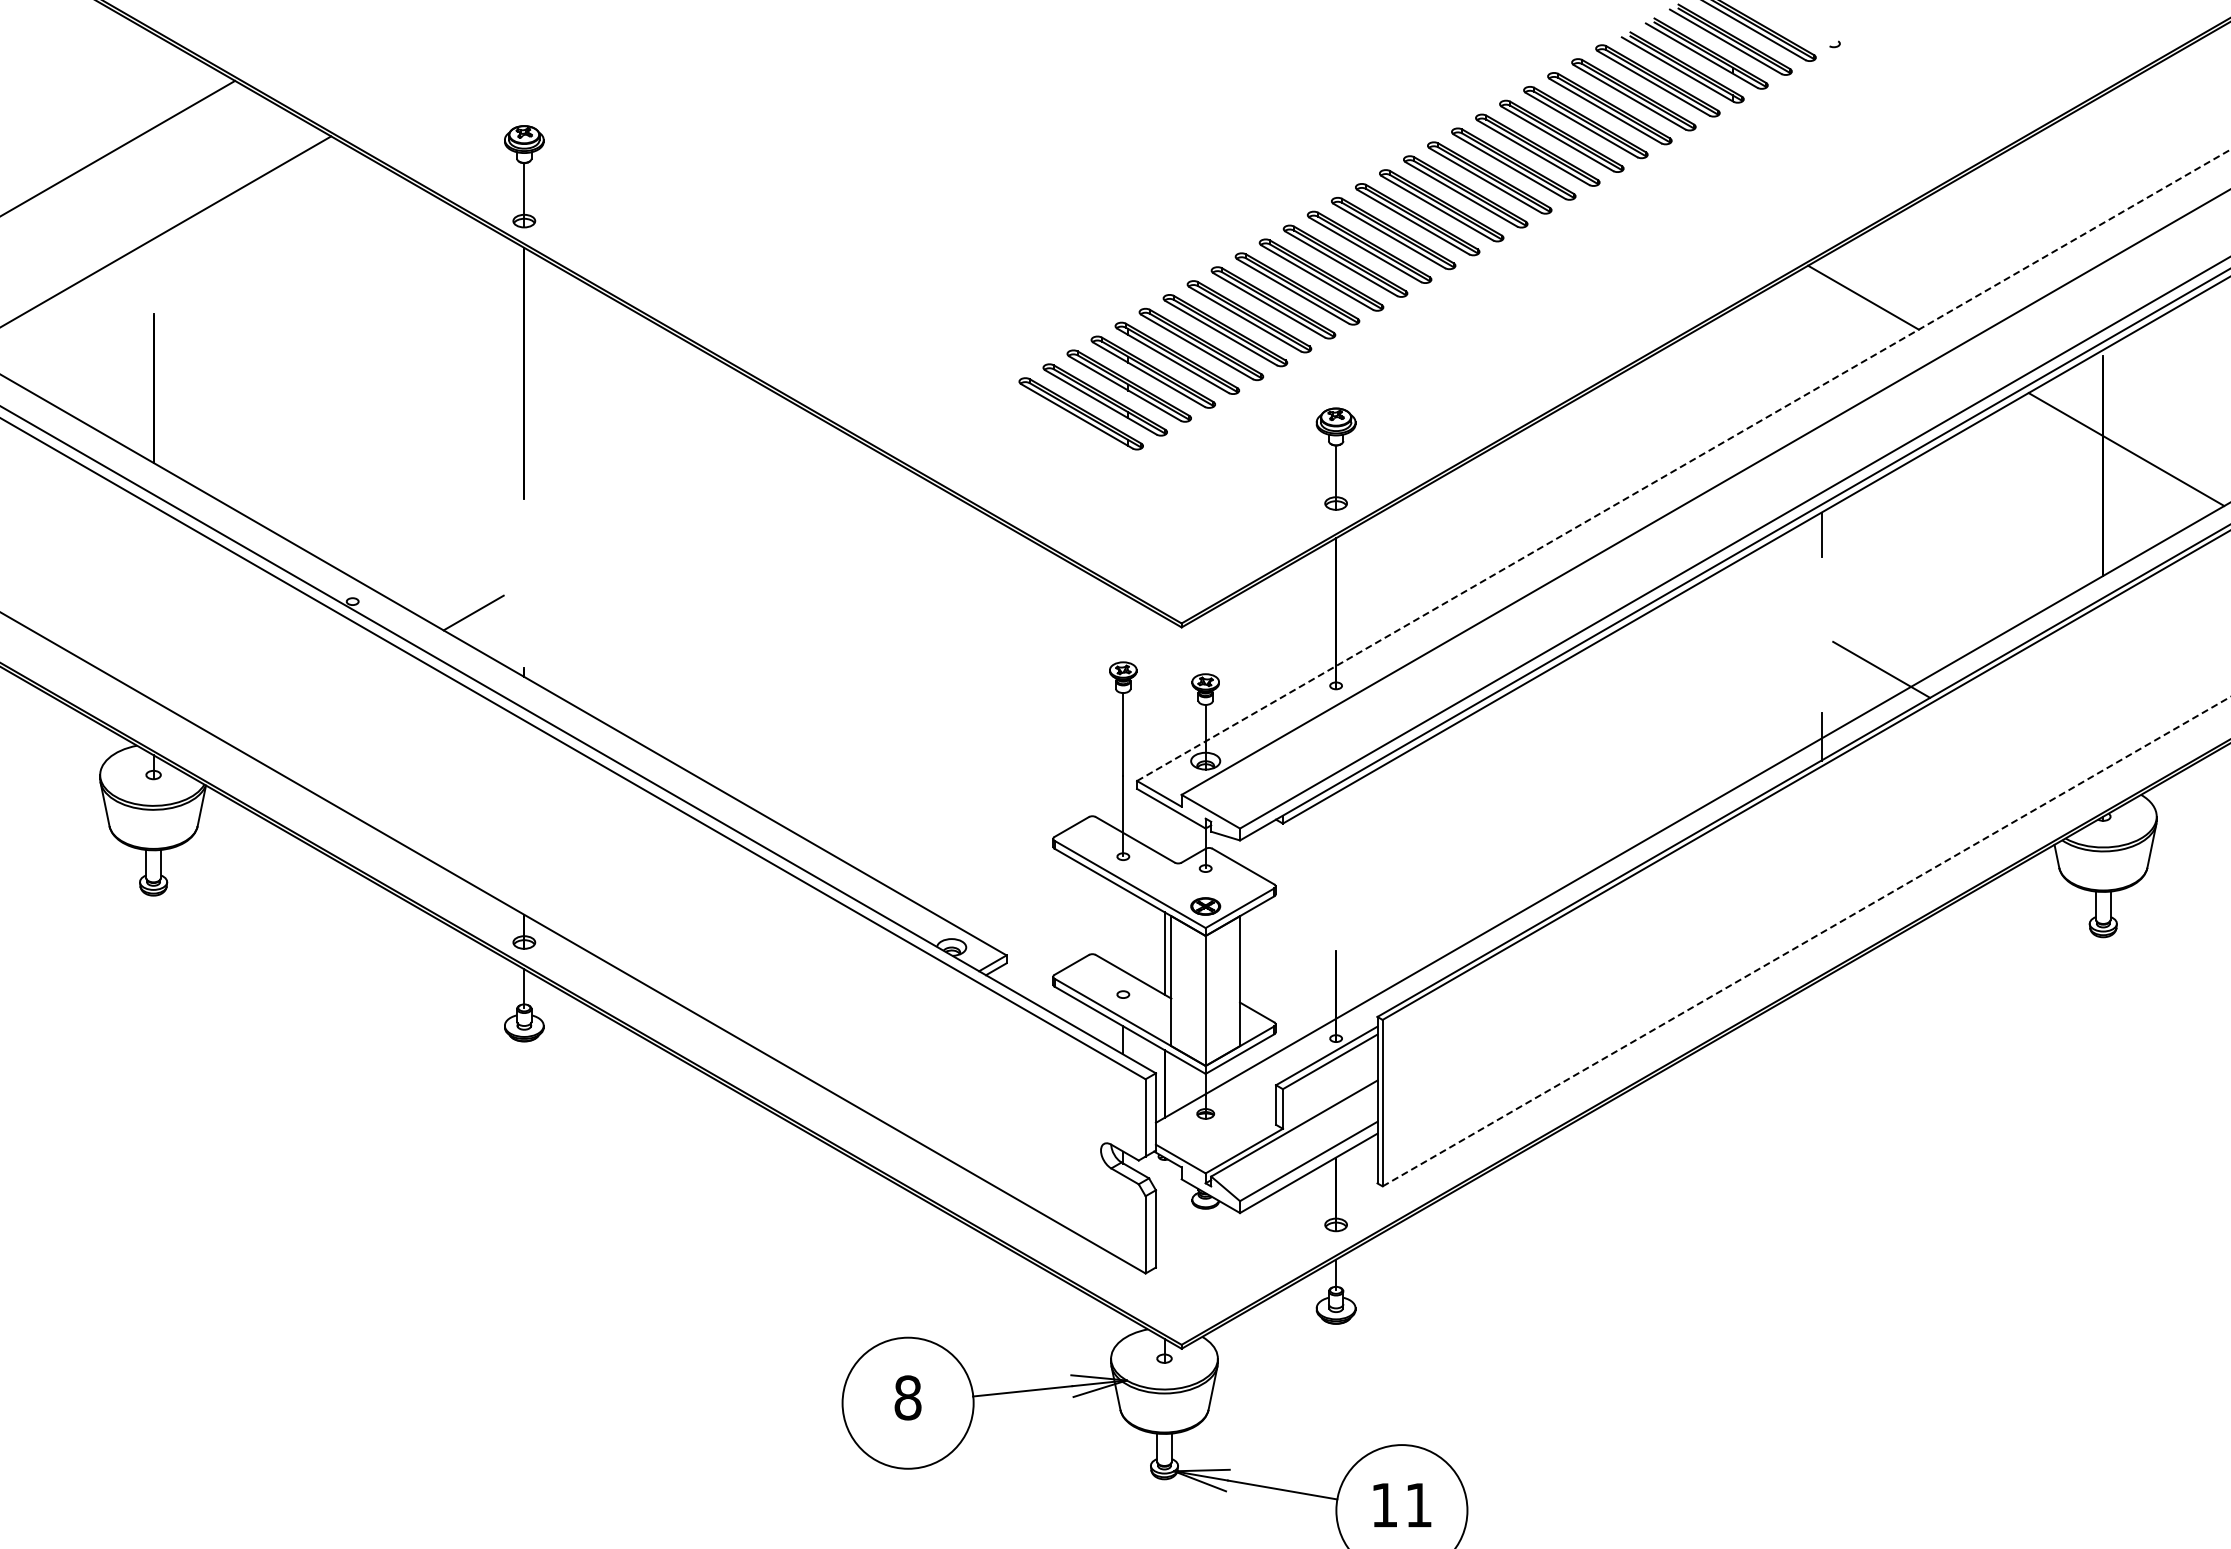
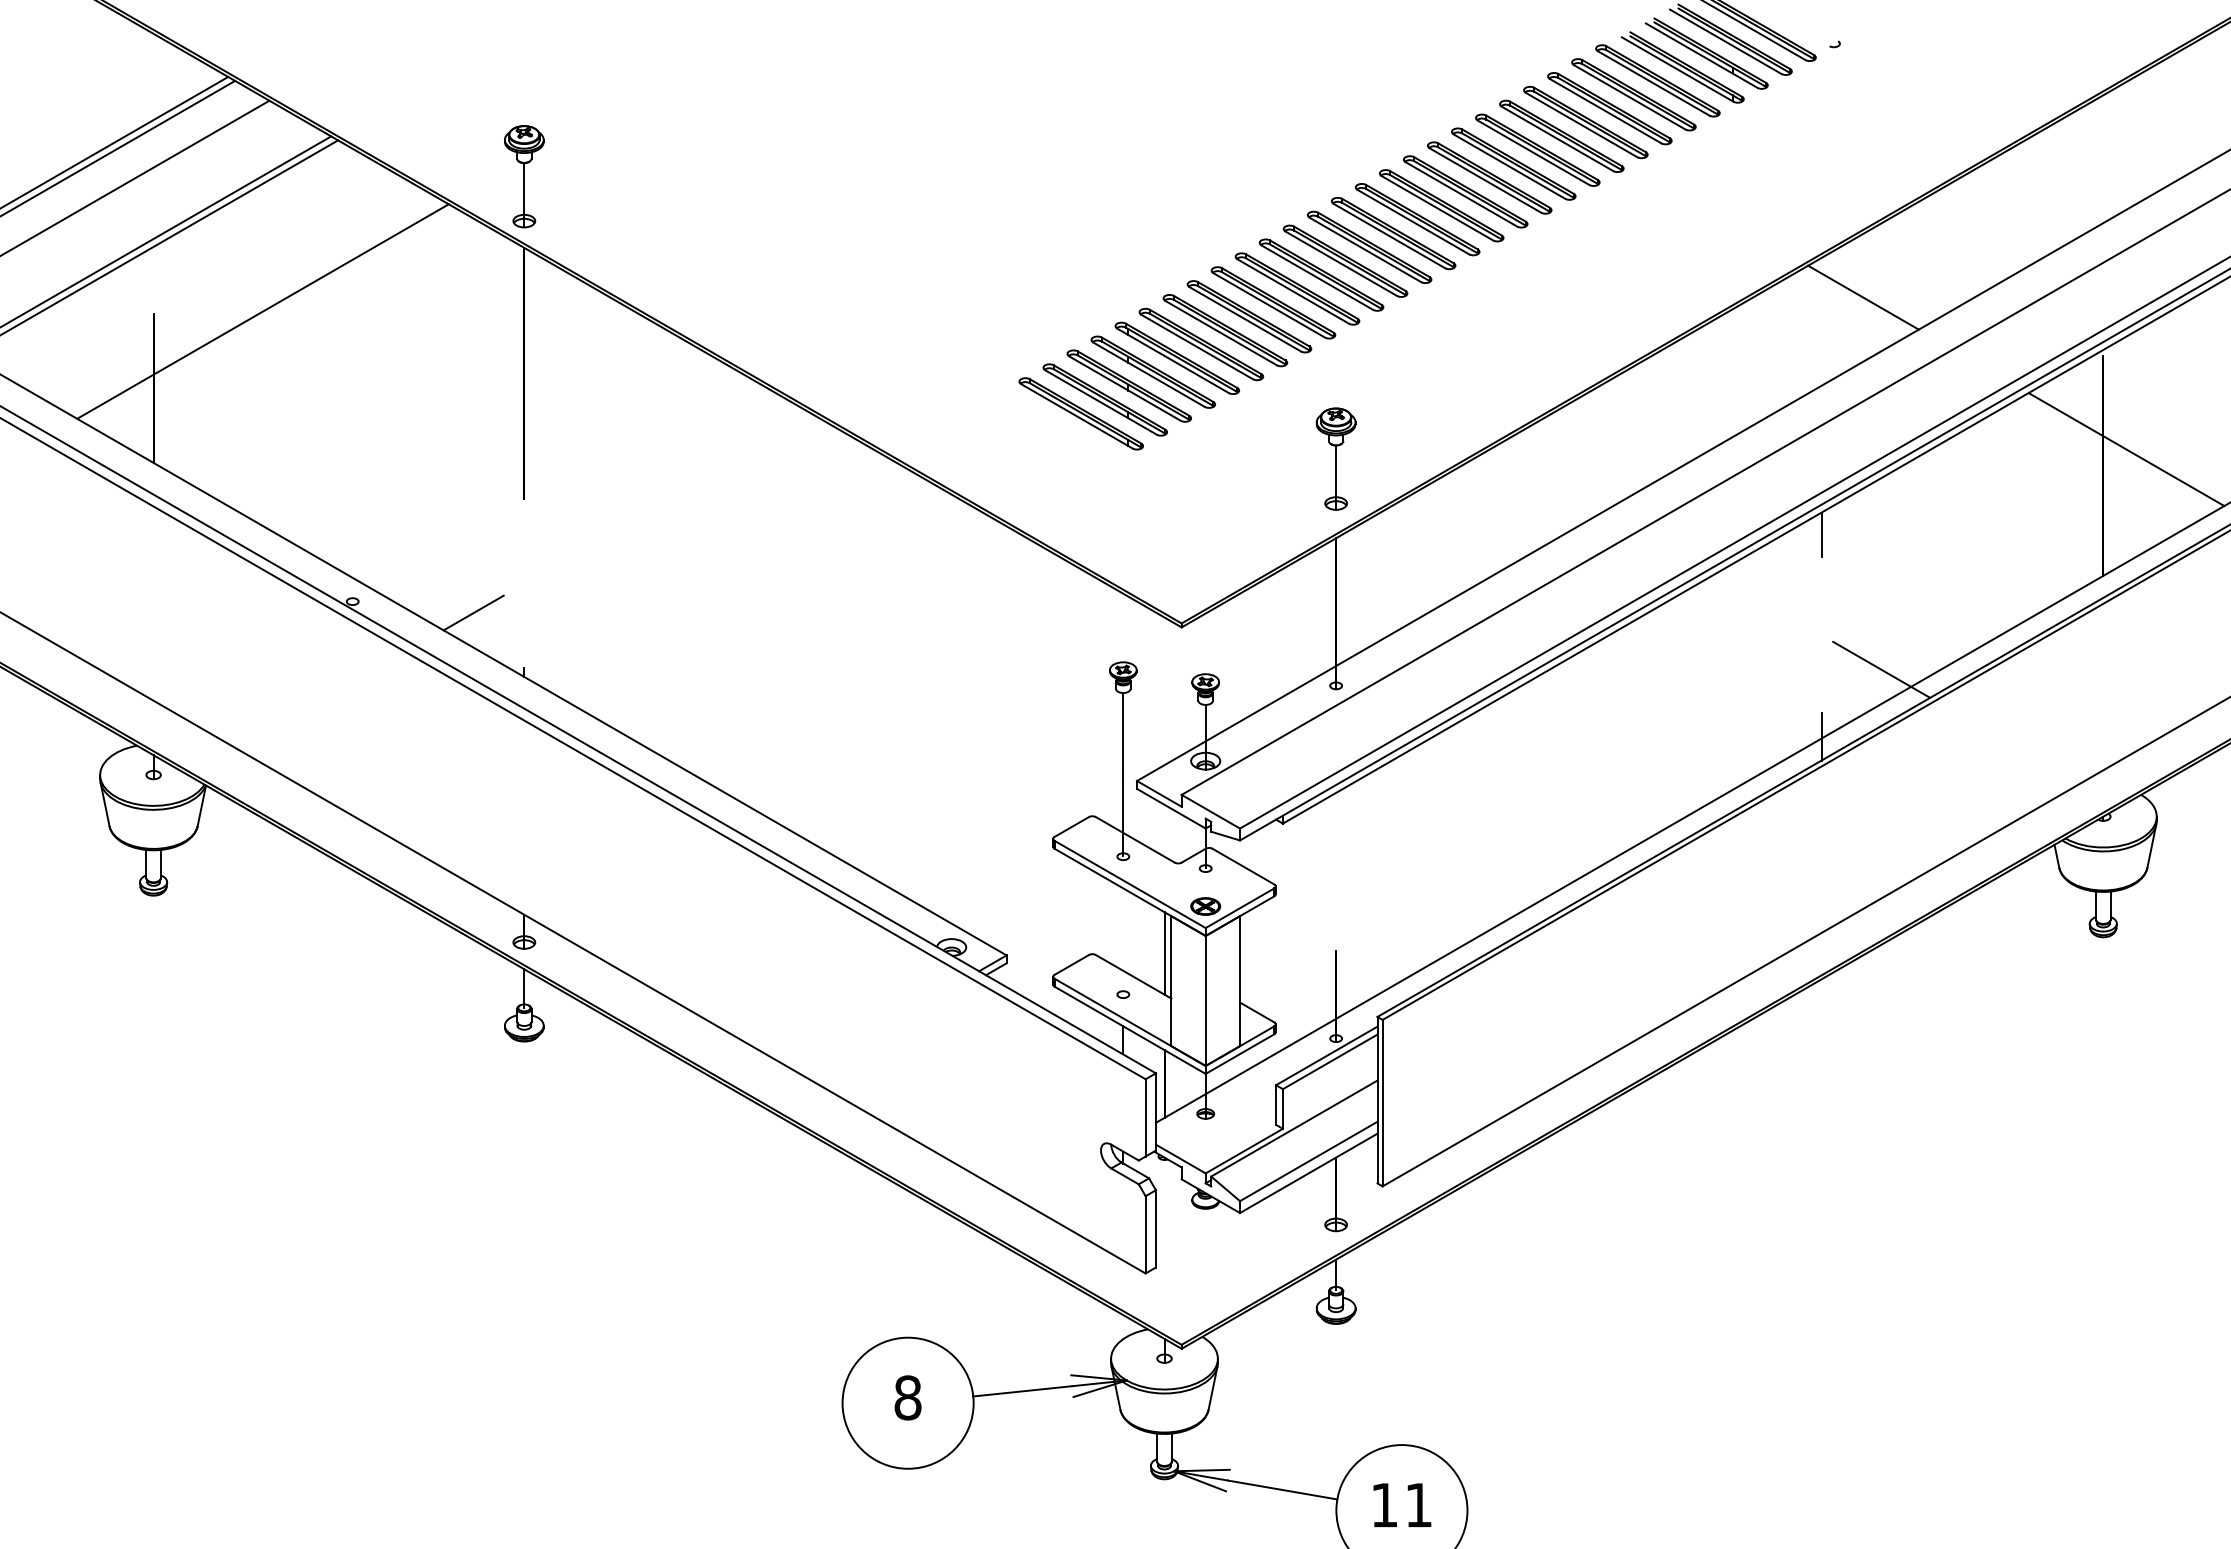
line at (115, 141): none -> present
line at (135, 177): none -> present
line at (170, 237): none -> present
line at (262, 311): none -> present
line at (1684, 465): dashed -> solid
line at (1806, 941): dashed -> solid
